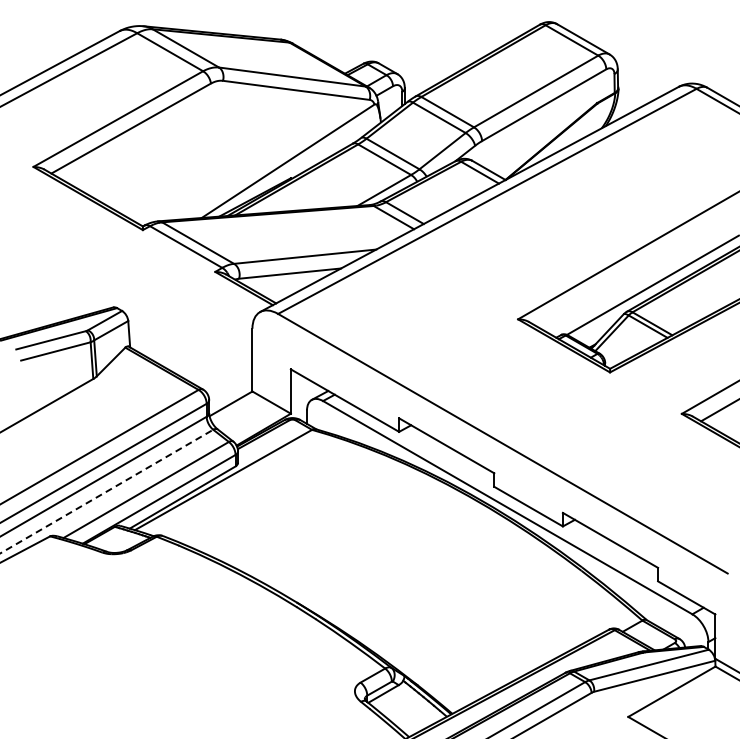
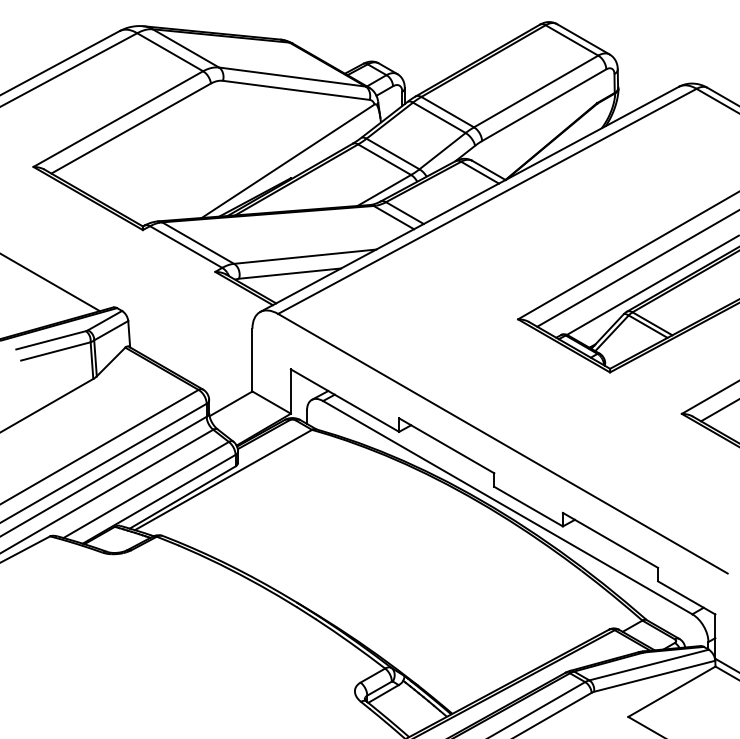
line at (636, 268): none -> present
line at (50, 282): none -> present
line at (107, 491): dashed -> solid
